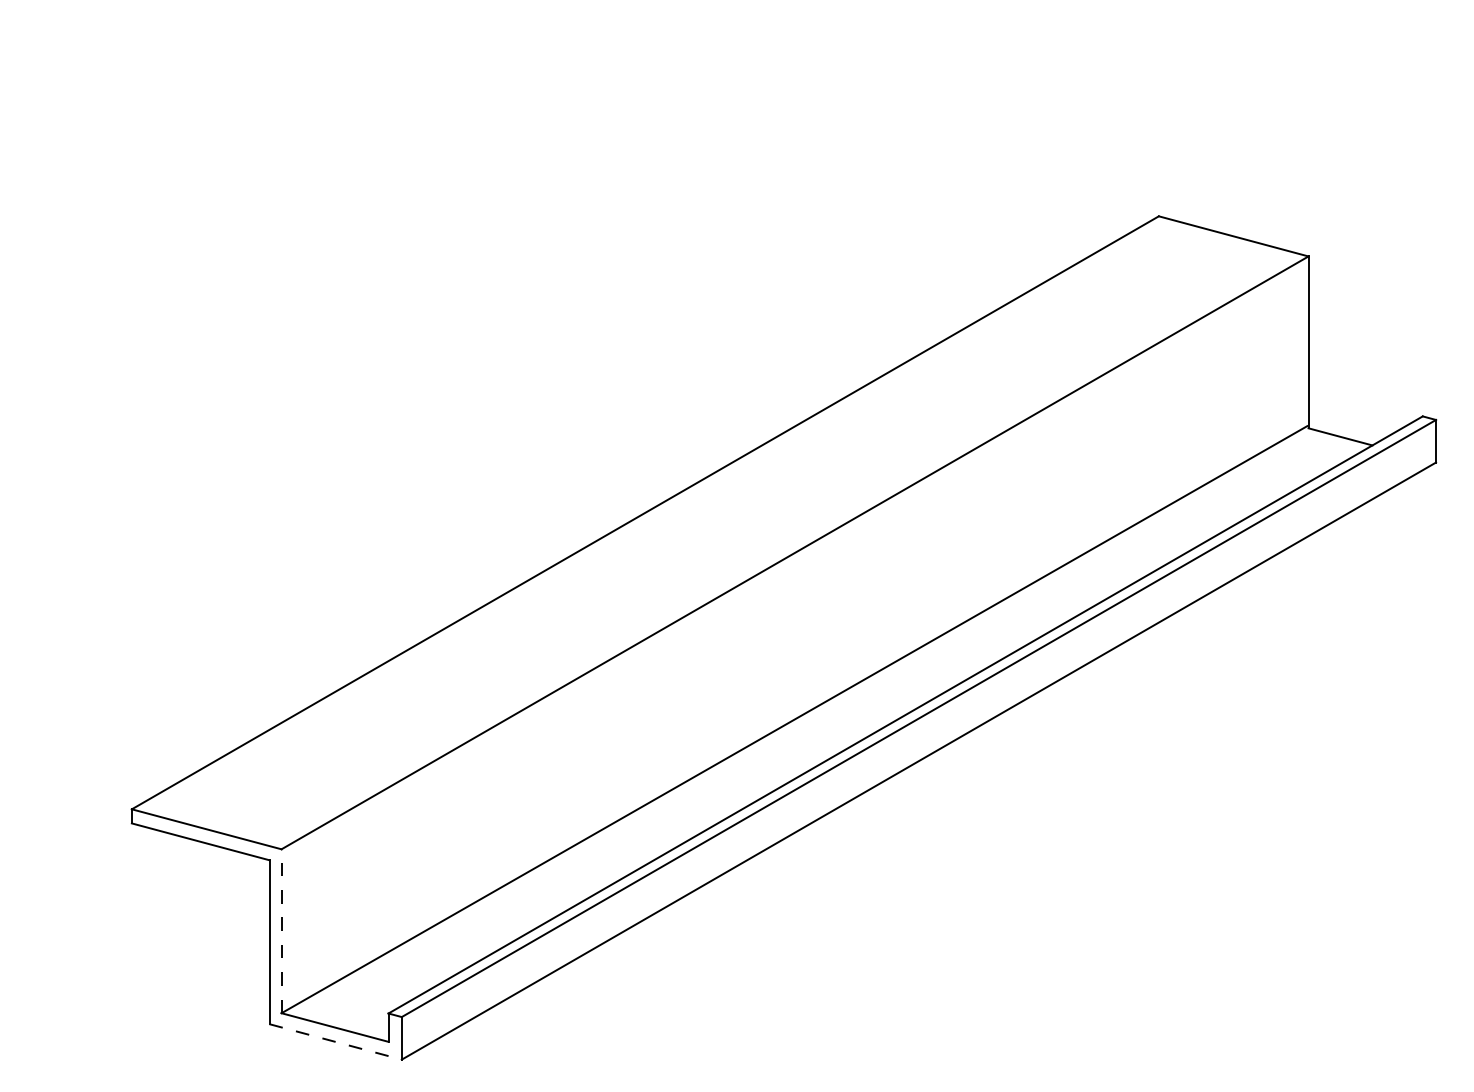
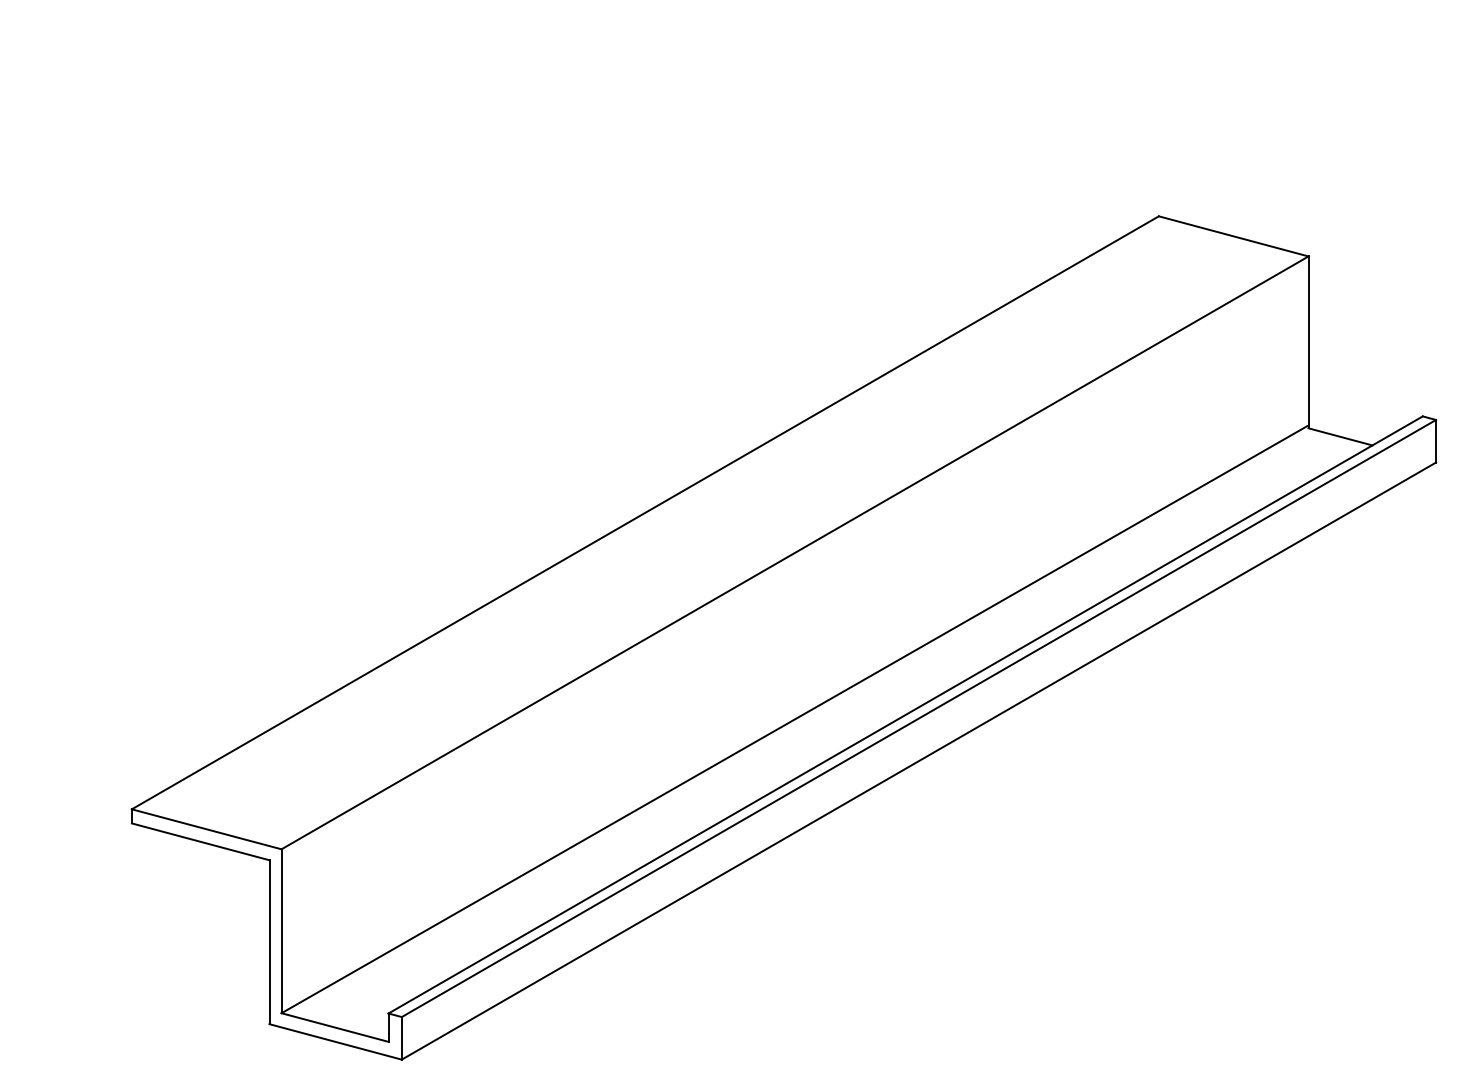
line at (281, 931): dashed -> solid
line at (336, 1042): dashed -> solid
